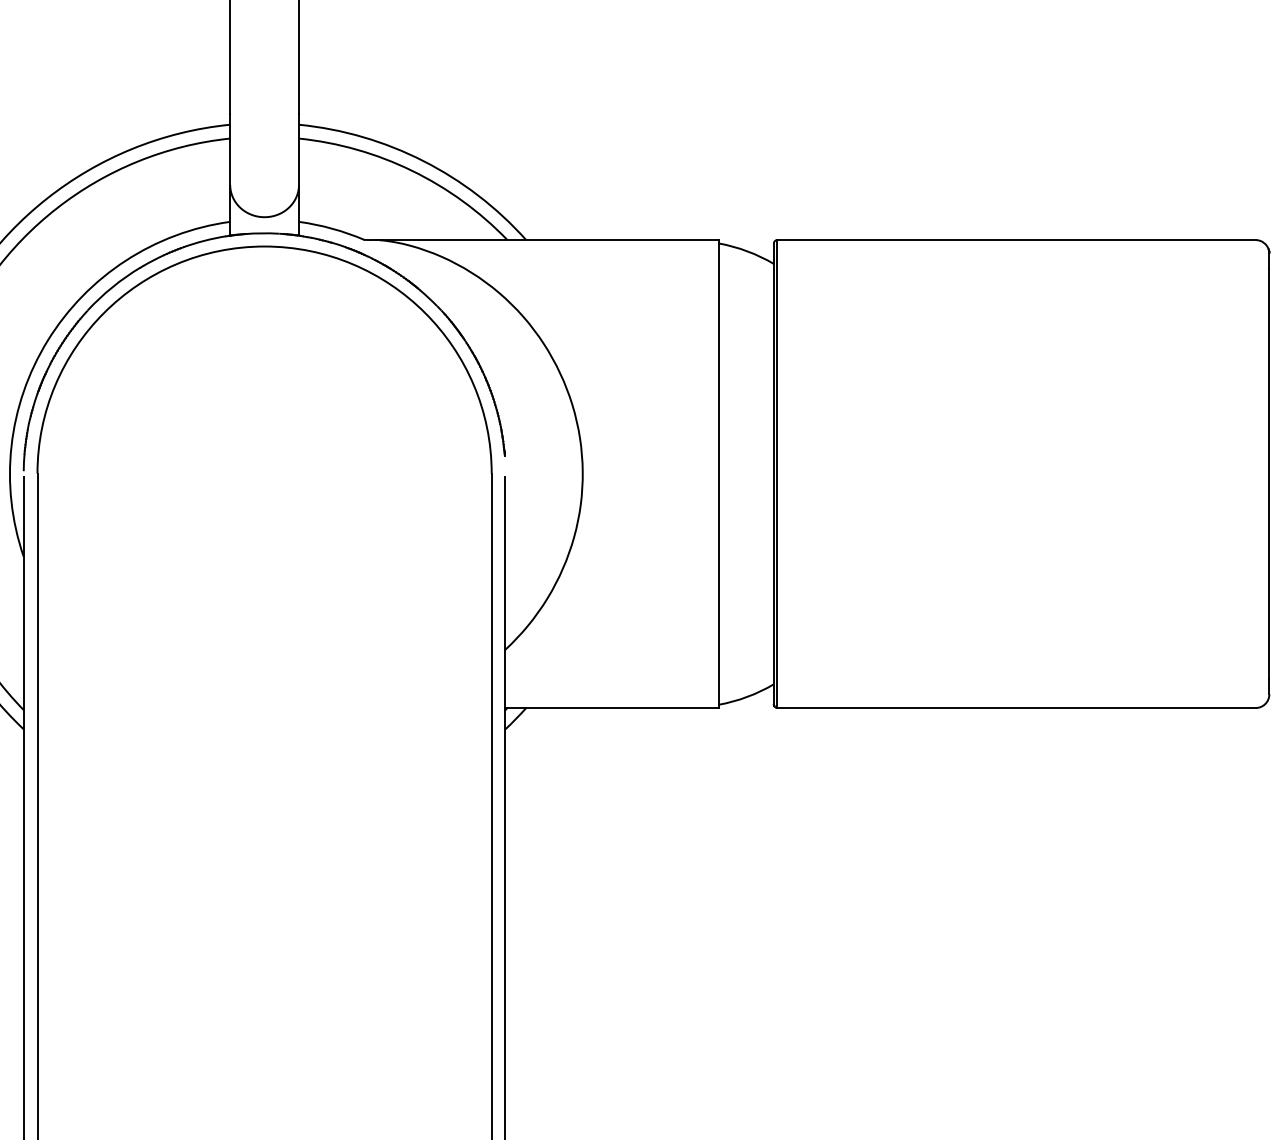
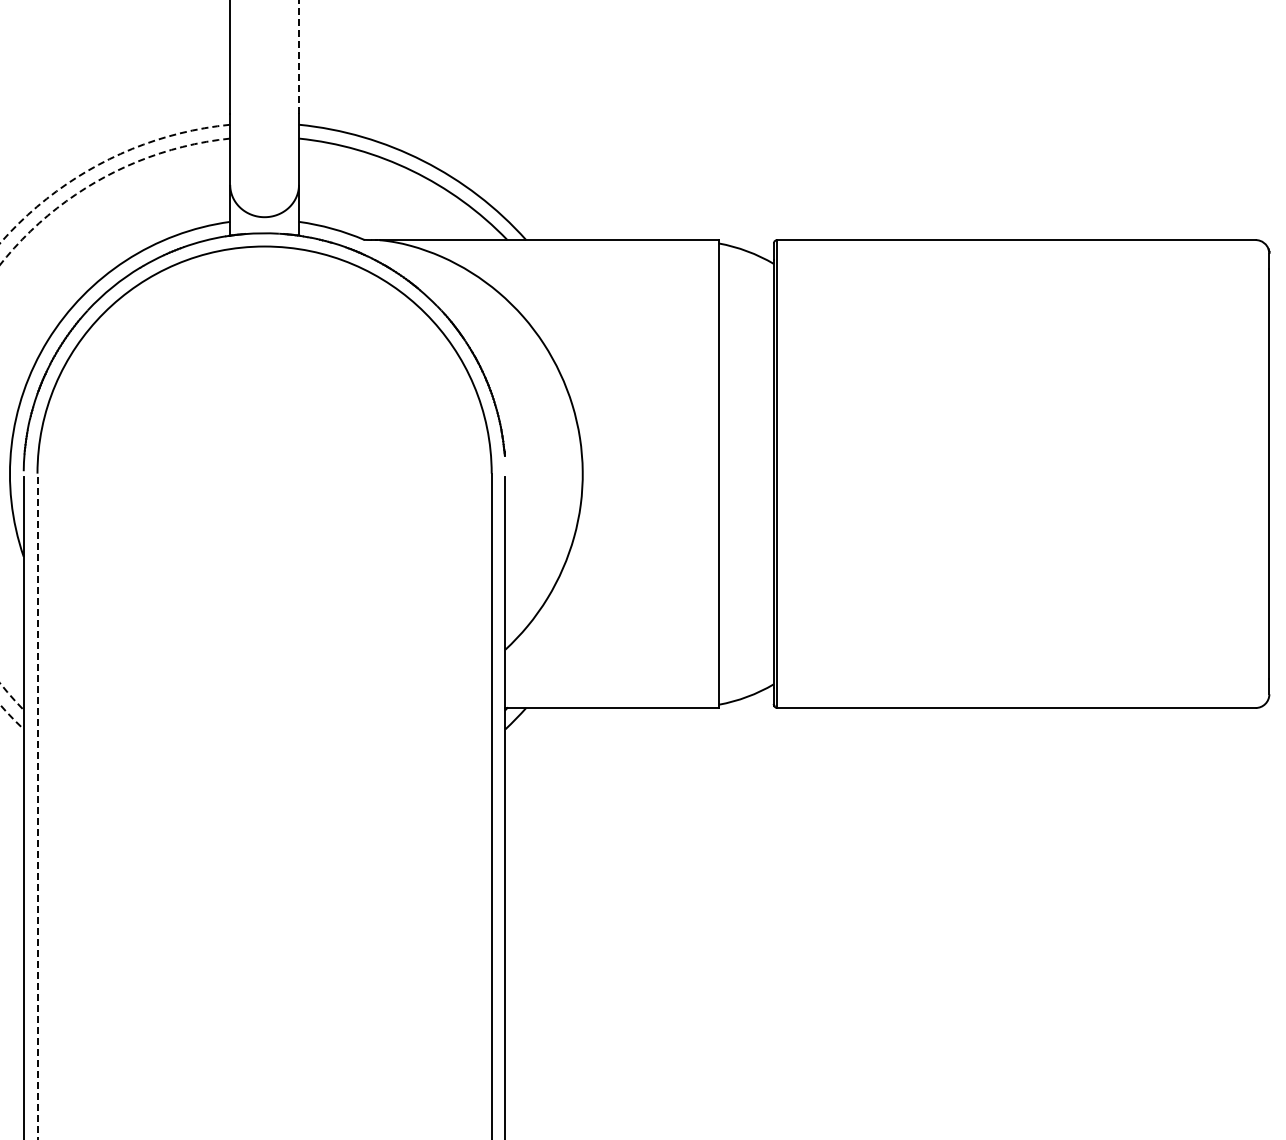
line at (299, 56): solid -> dashed
arc at (88, 170): solid -> dashed
arc at (85, 188): solid -> dashed
line at (37, 806): solid -> dashed
